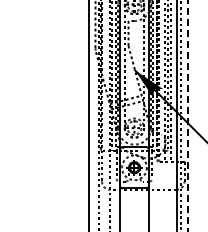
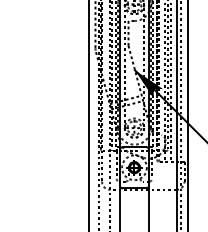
line at (187, 115): dashed -> solid
